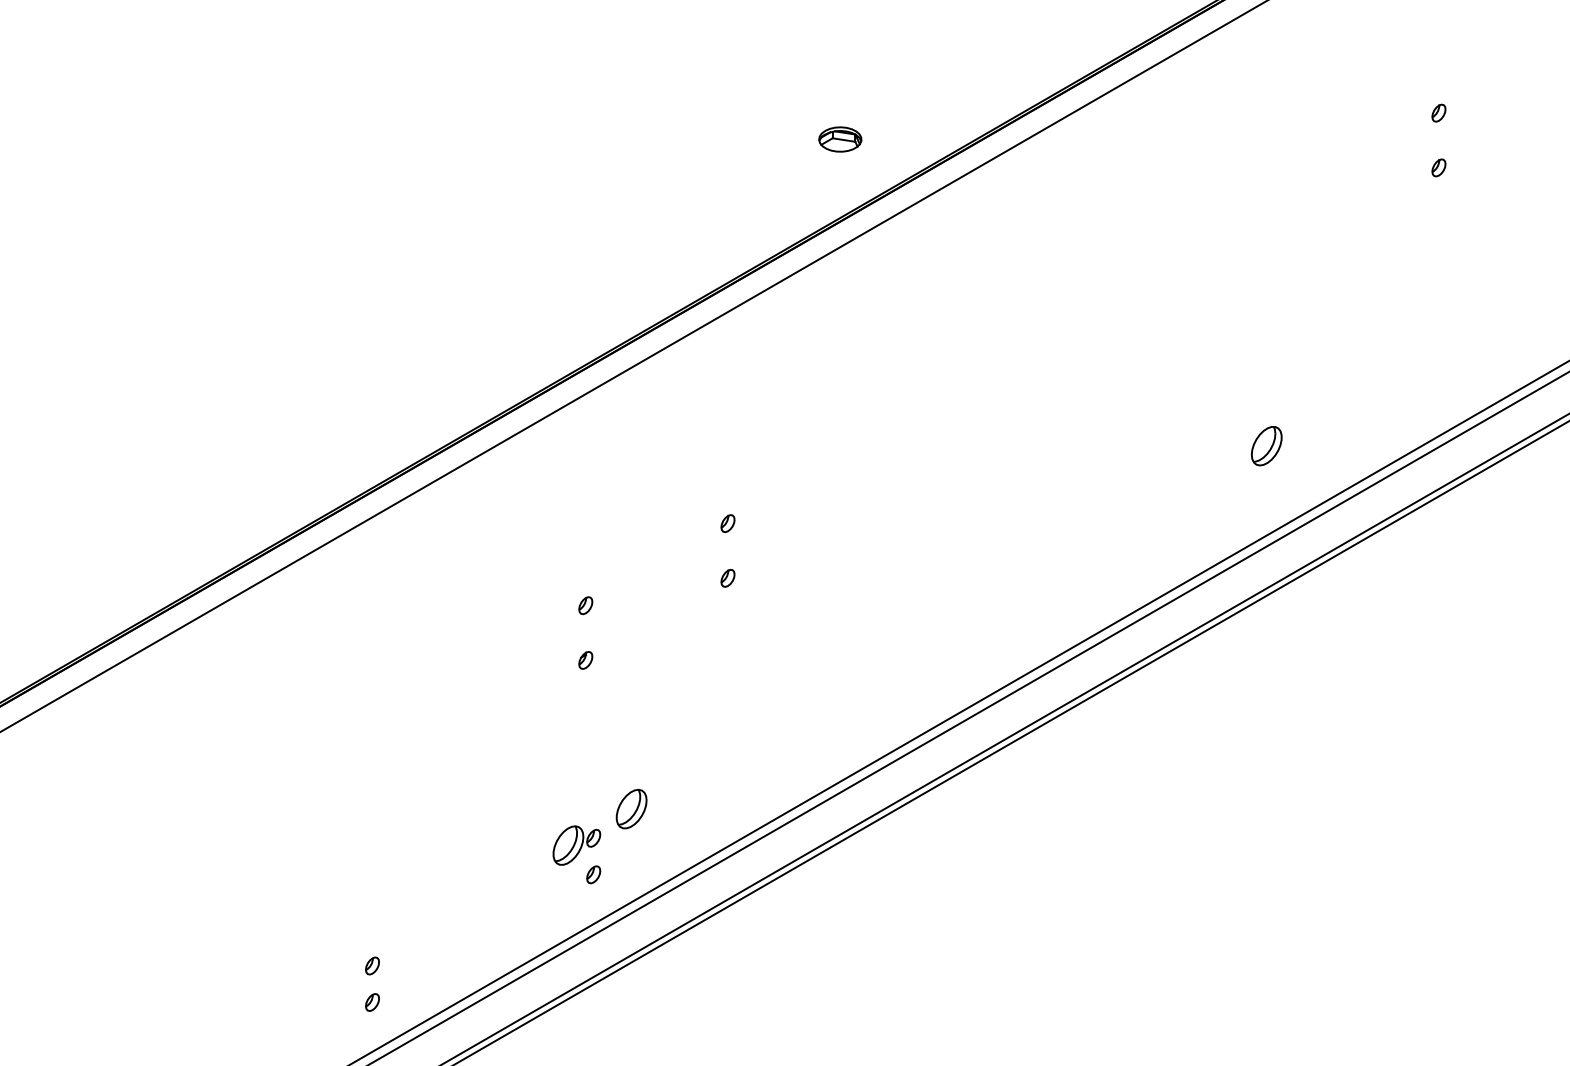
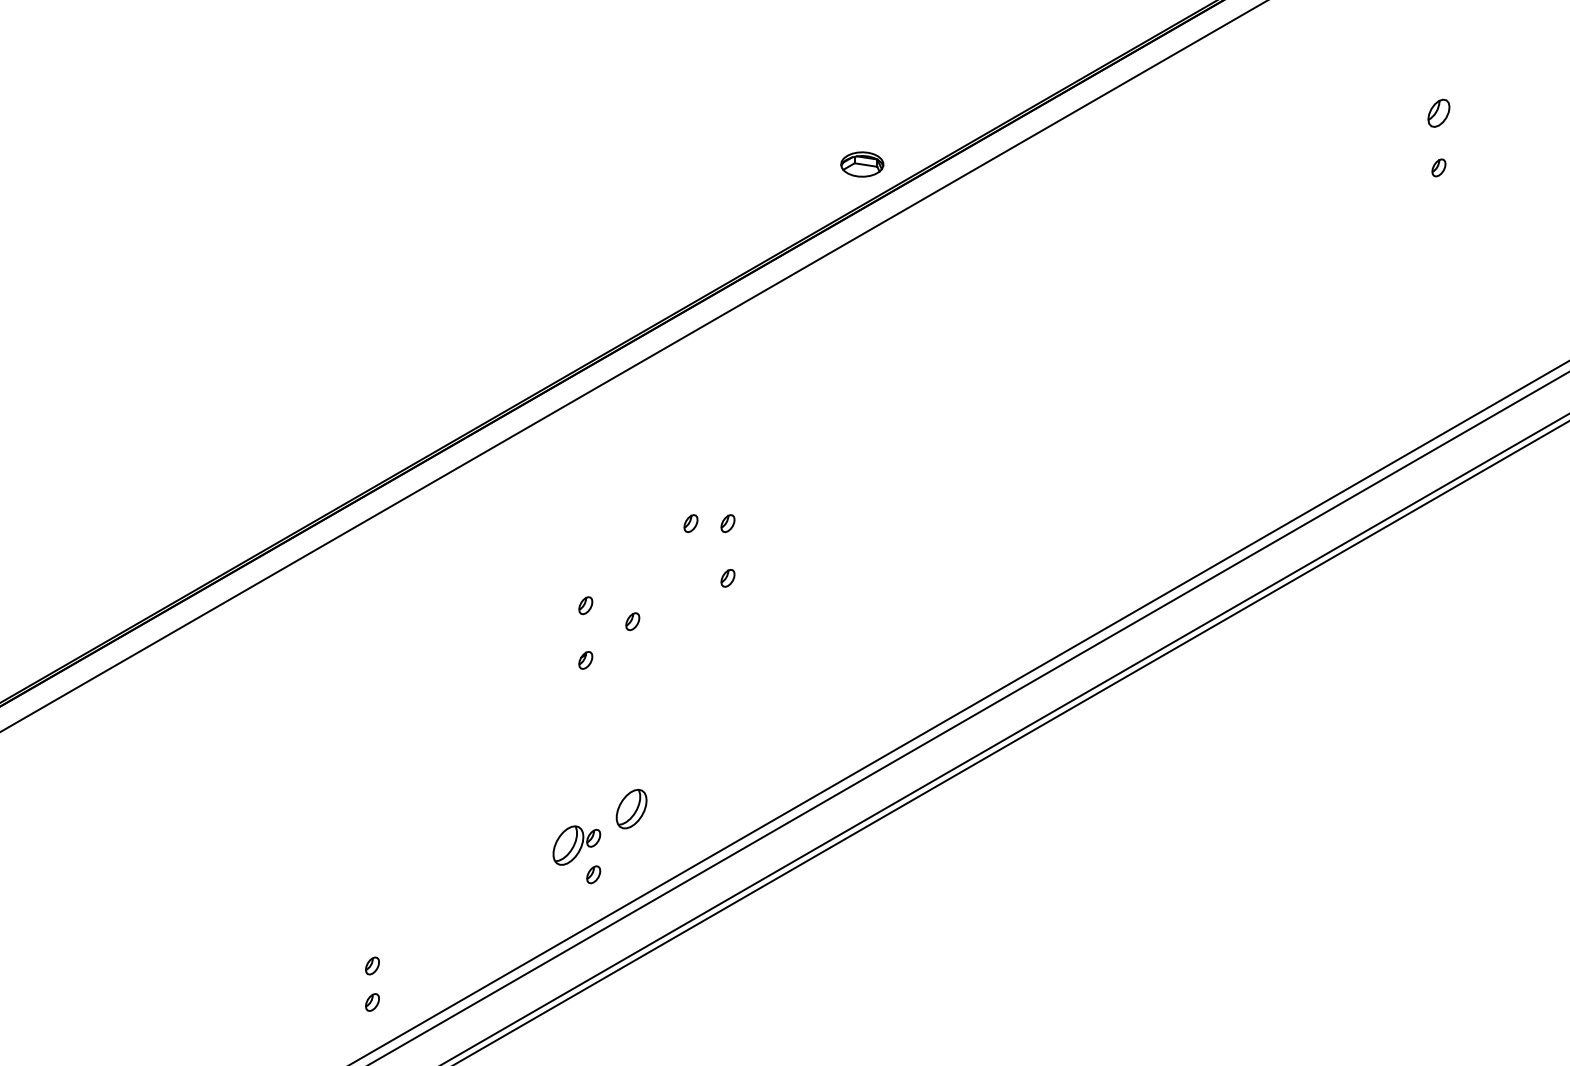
part at (1438, 112) size: 16x20 px -> 24x30 px
part at (840, 139) position: (840, 139) -> (862, 164)
part at (1266, 446): present -> none
part at (690, 523): none -> present
part at (632, 621): none -> present
